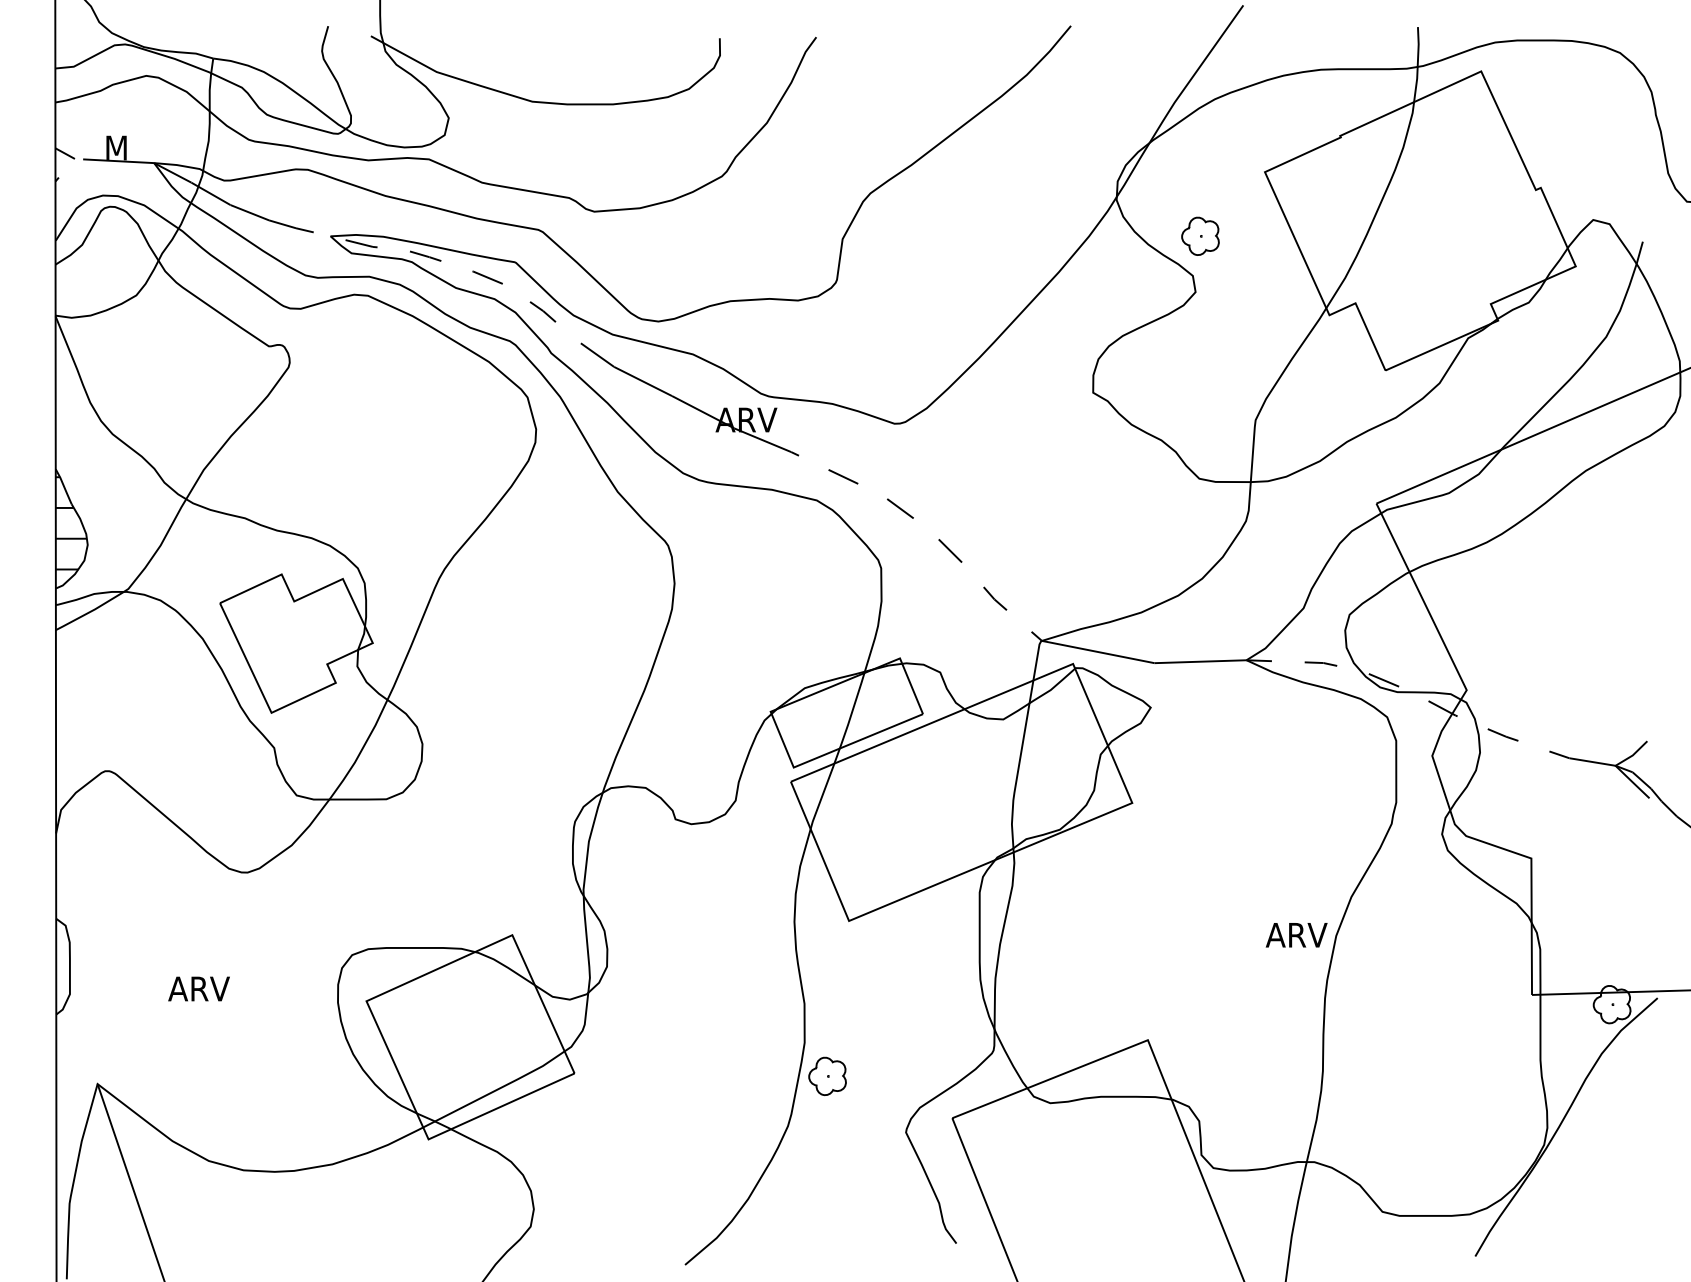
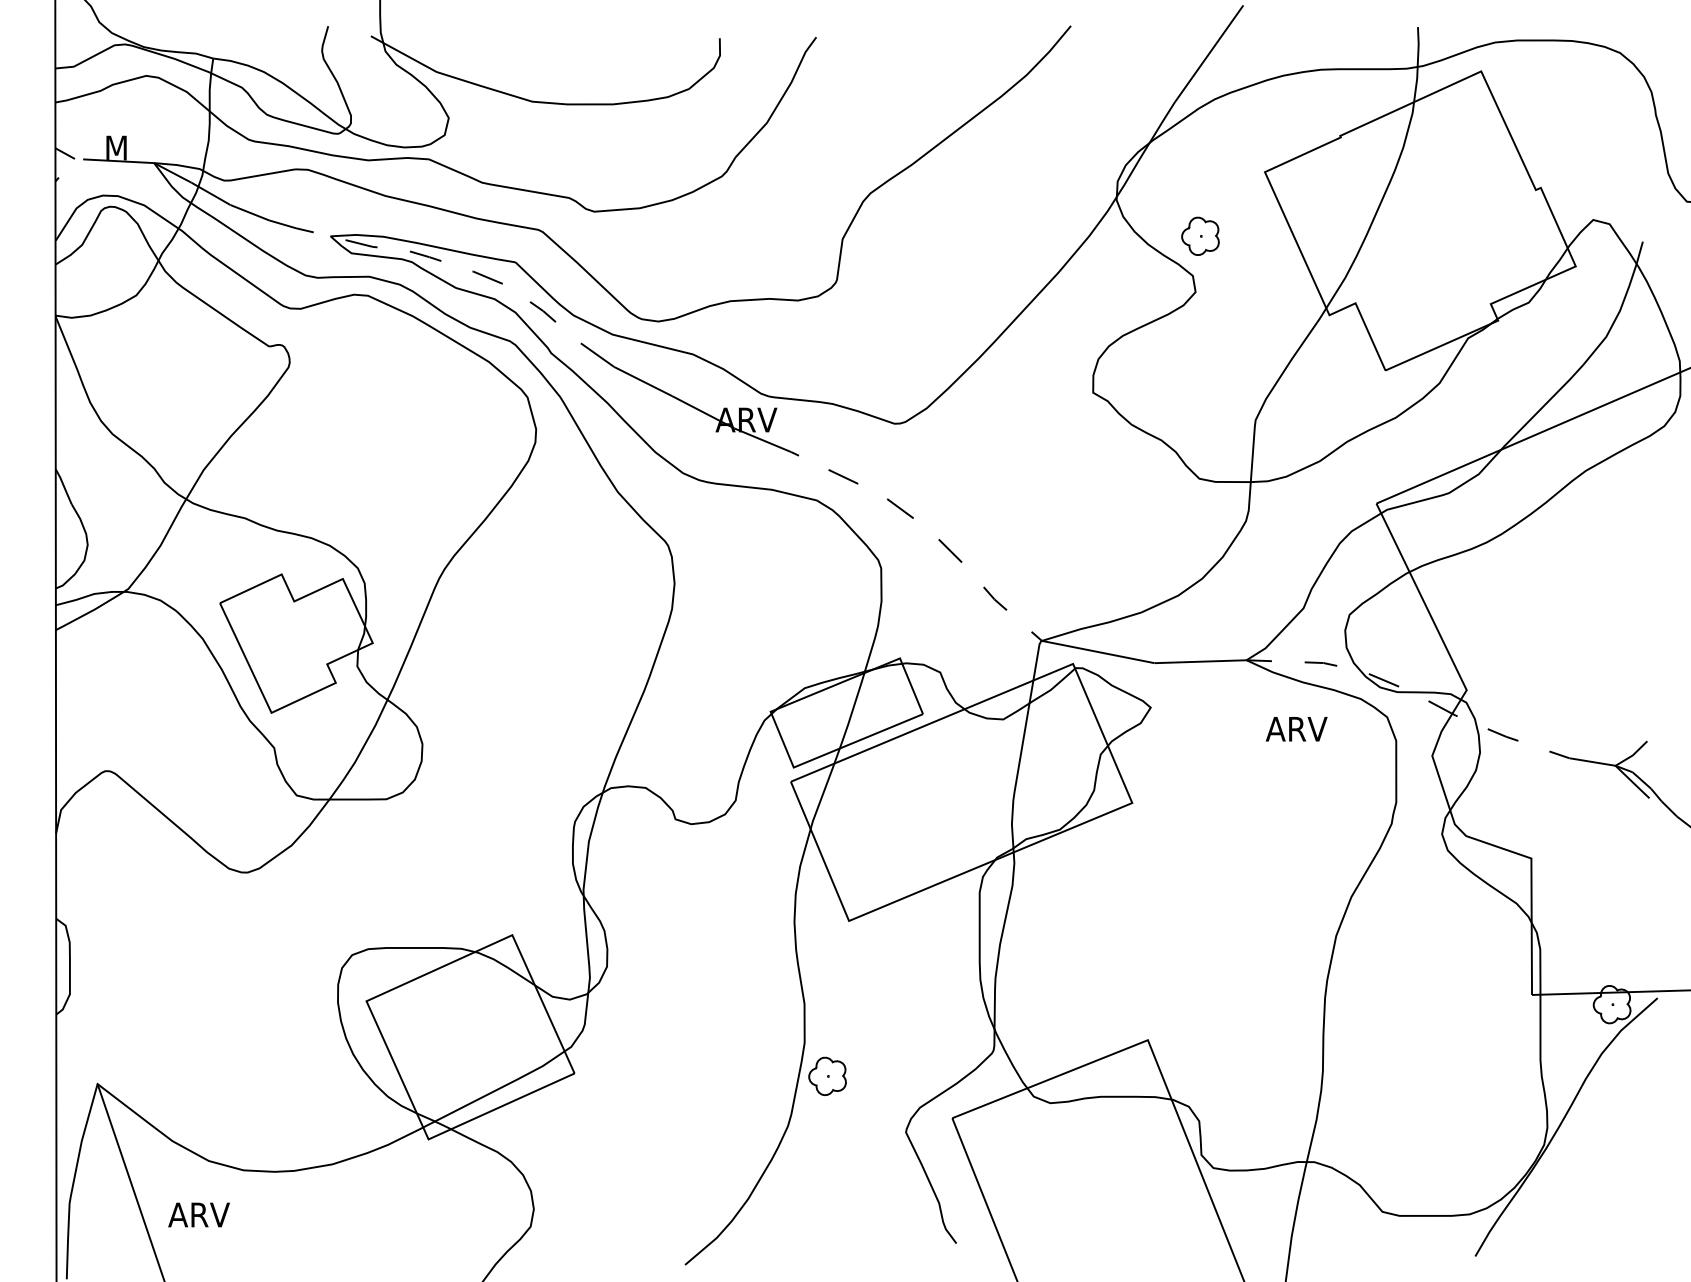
hatch at (70, 523): present -> none
text at (1296, 935) position: (1296, 935) -> (1296, 729)
text at (198, 988) position: (198, 988) -> (198, 1214)
